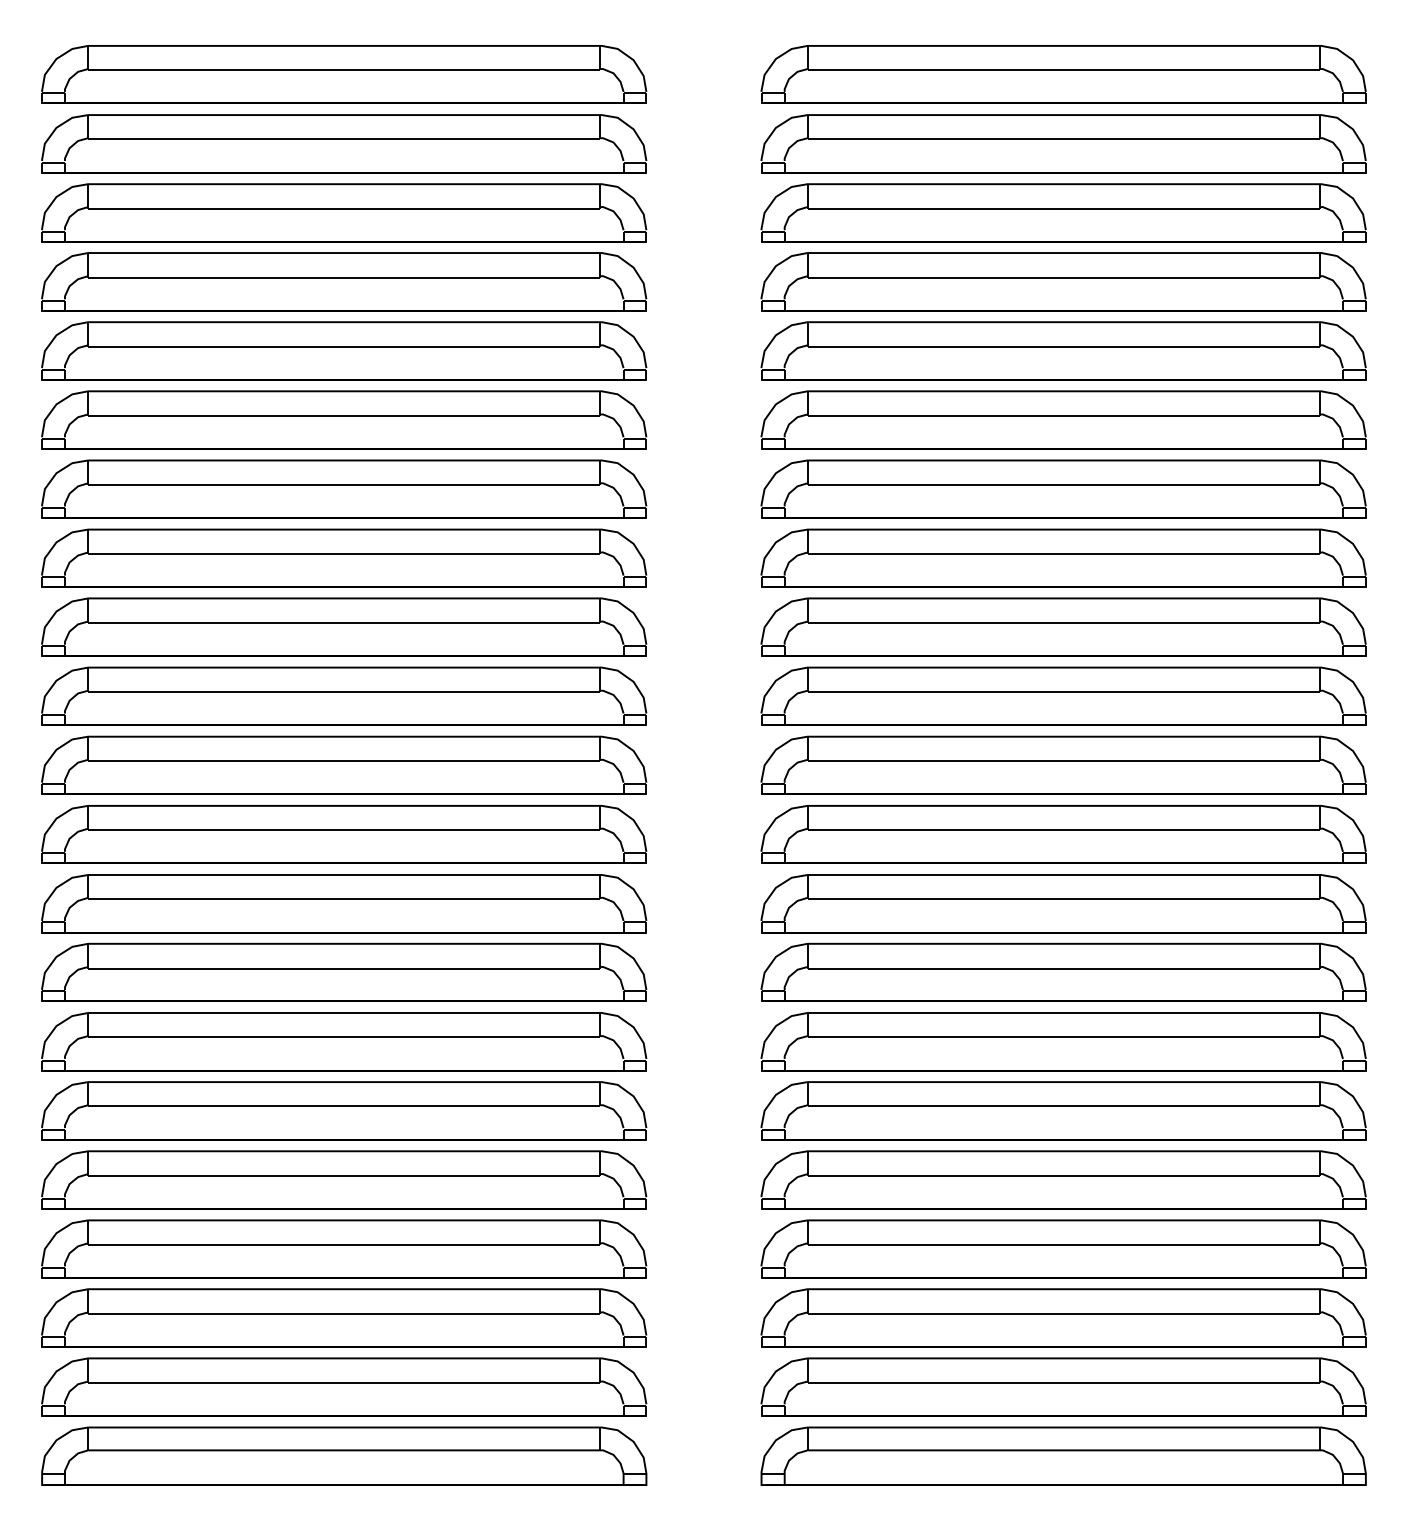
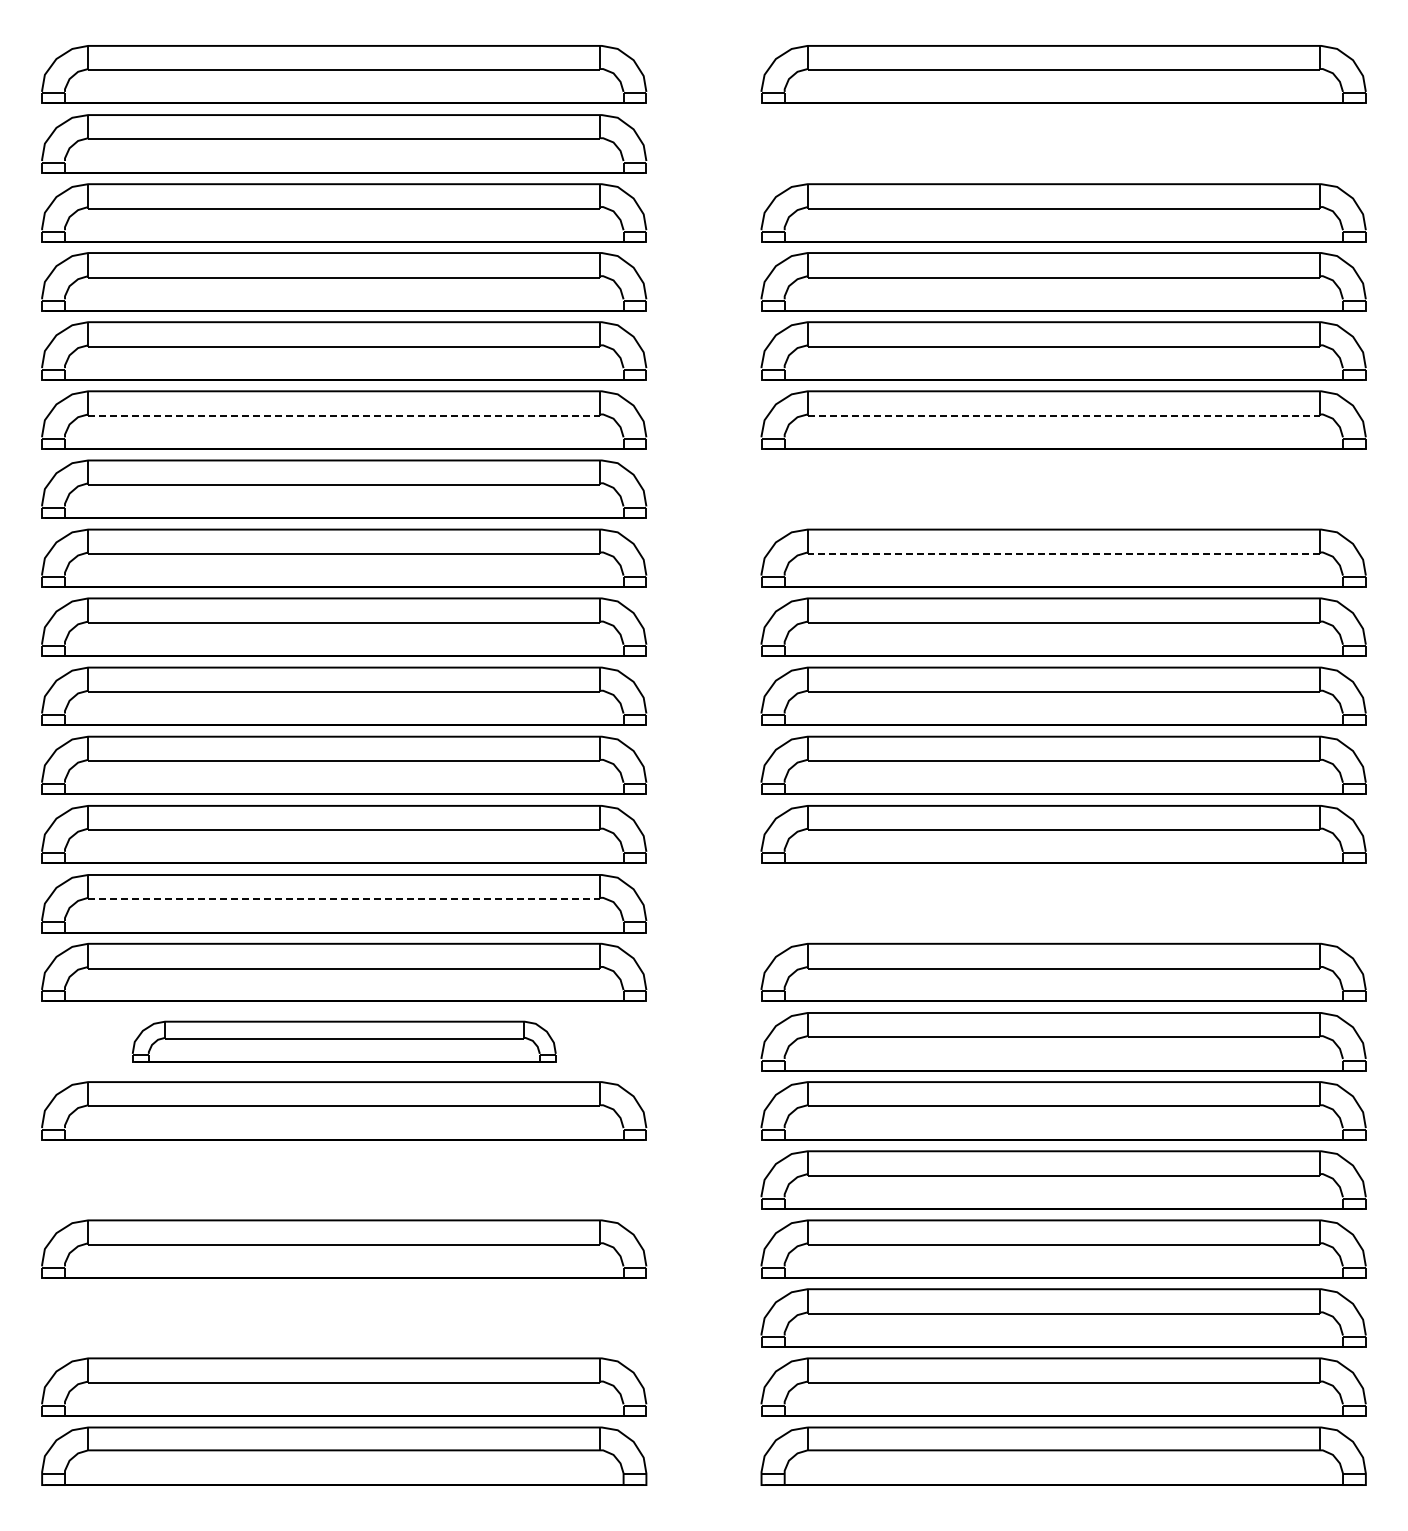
part at (1063, 143): present -> none
line at (344, 415): solid -> dashed
line at (1064, 415): solid -> dashed
part at (1063, 488): present -> none
line at (1063, 553): solid -> dashed
line at (344, 899): solid -> dashed
part at (1063, 903): present -> none
part at (344, 1041) size: 607x60 px -> 425x43 px
part at (344, 1179): present -> none
part at (344, 1317): present -> none
